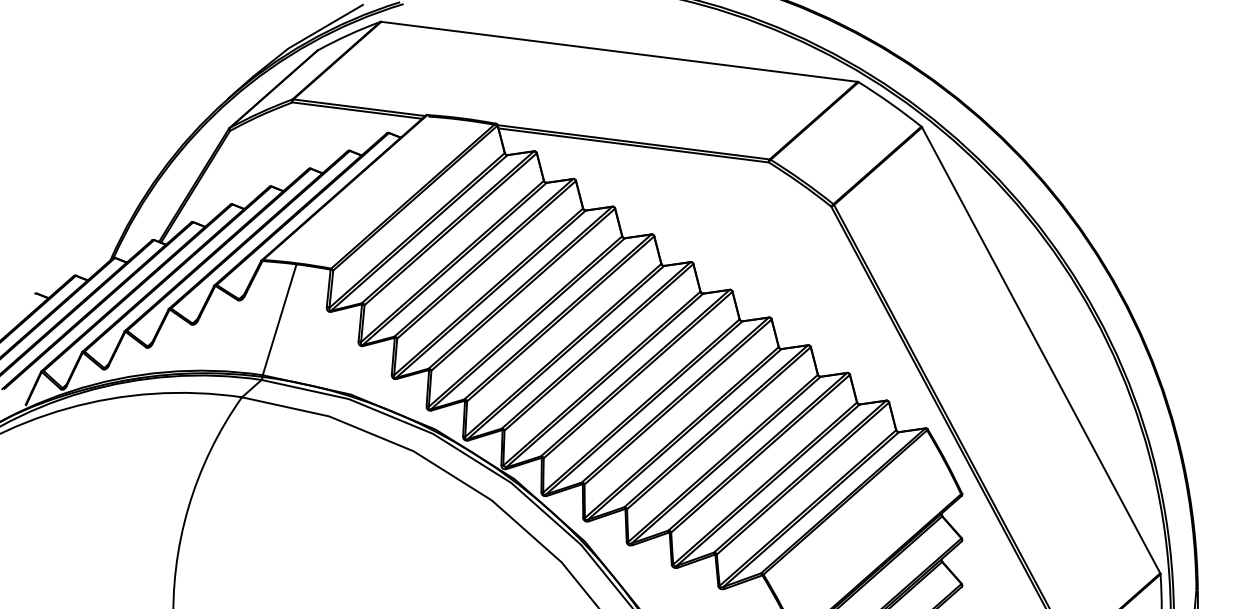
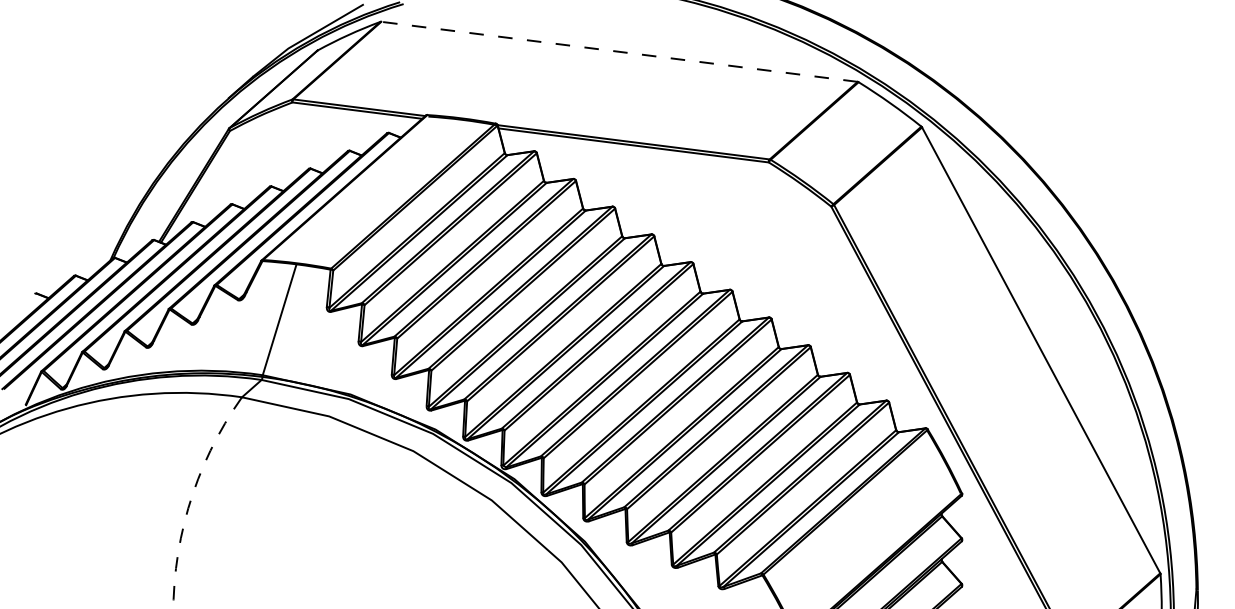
line at (618, 51): solid -> dashed
arc at (191, 498): solid -> dashed
